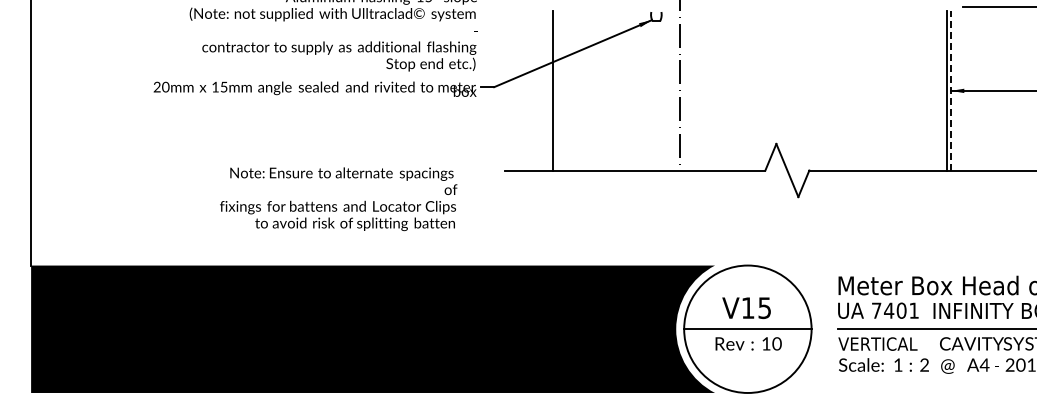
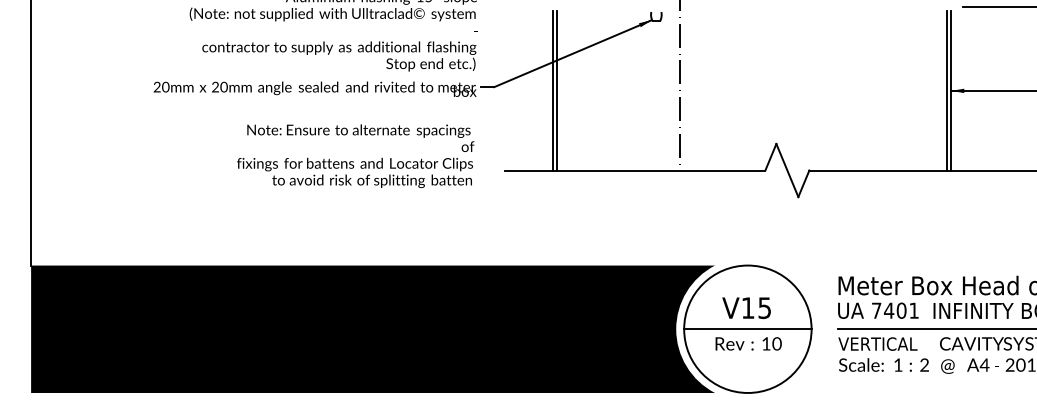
text at (219, 86): 15mm -> 20mm
line at (557, 90): none -> present
line at (951, 90): dashed -> solid
text at (338, 199) position: (338, 199) -> (355, 156)
